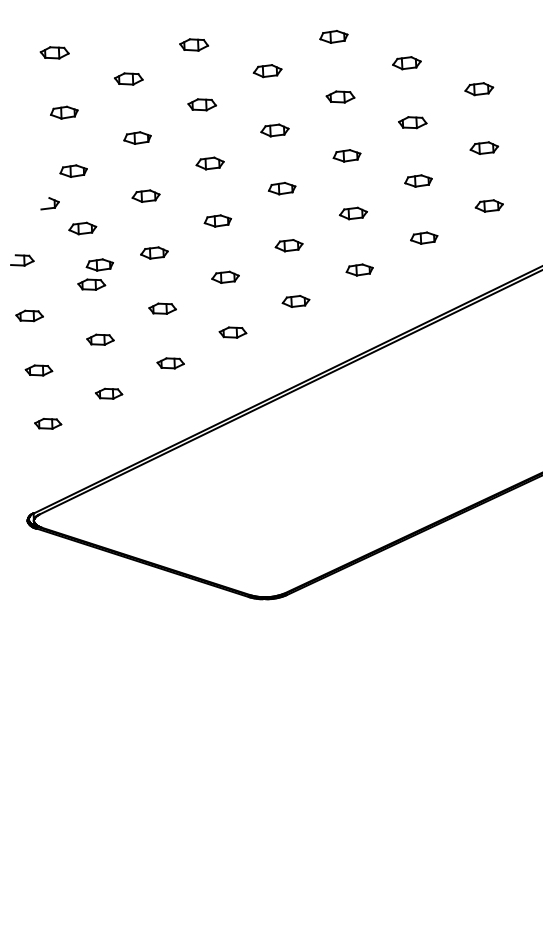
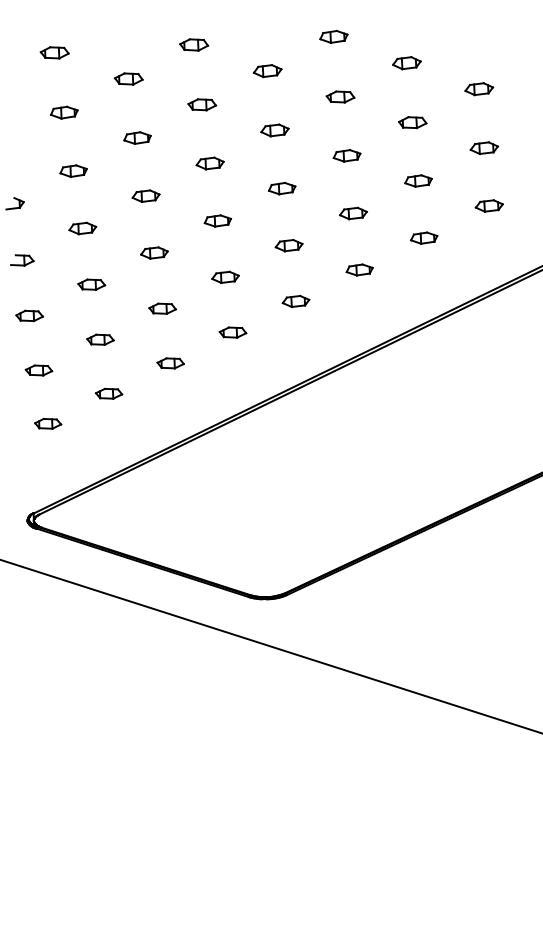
part at (49, 203) position: (49, 203) -> (14, 203)
part at (99, 264): present -> none
line at (270, 646): none -> present
